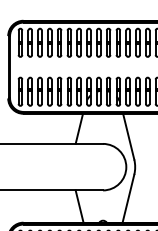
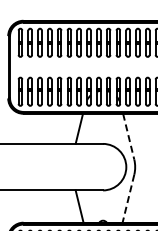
line at (128, 136): solid -> dashed
line at (128, 198): solid -> dashed
